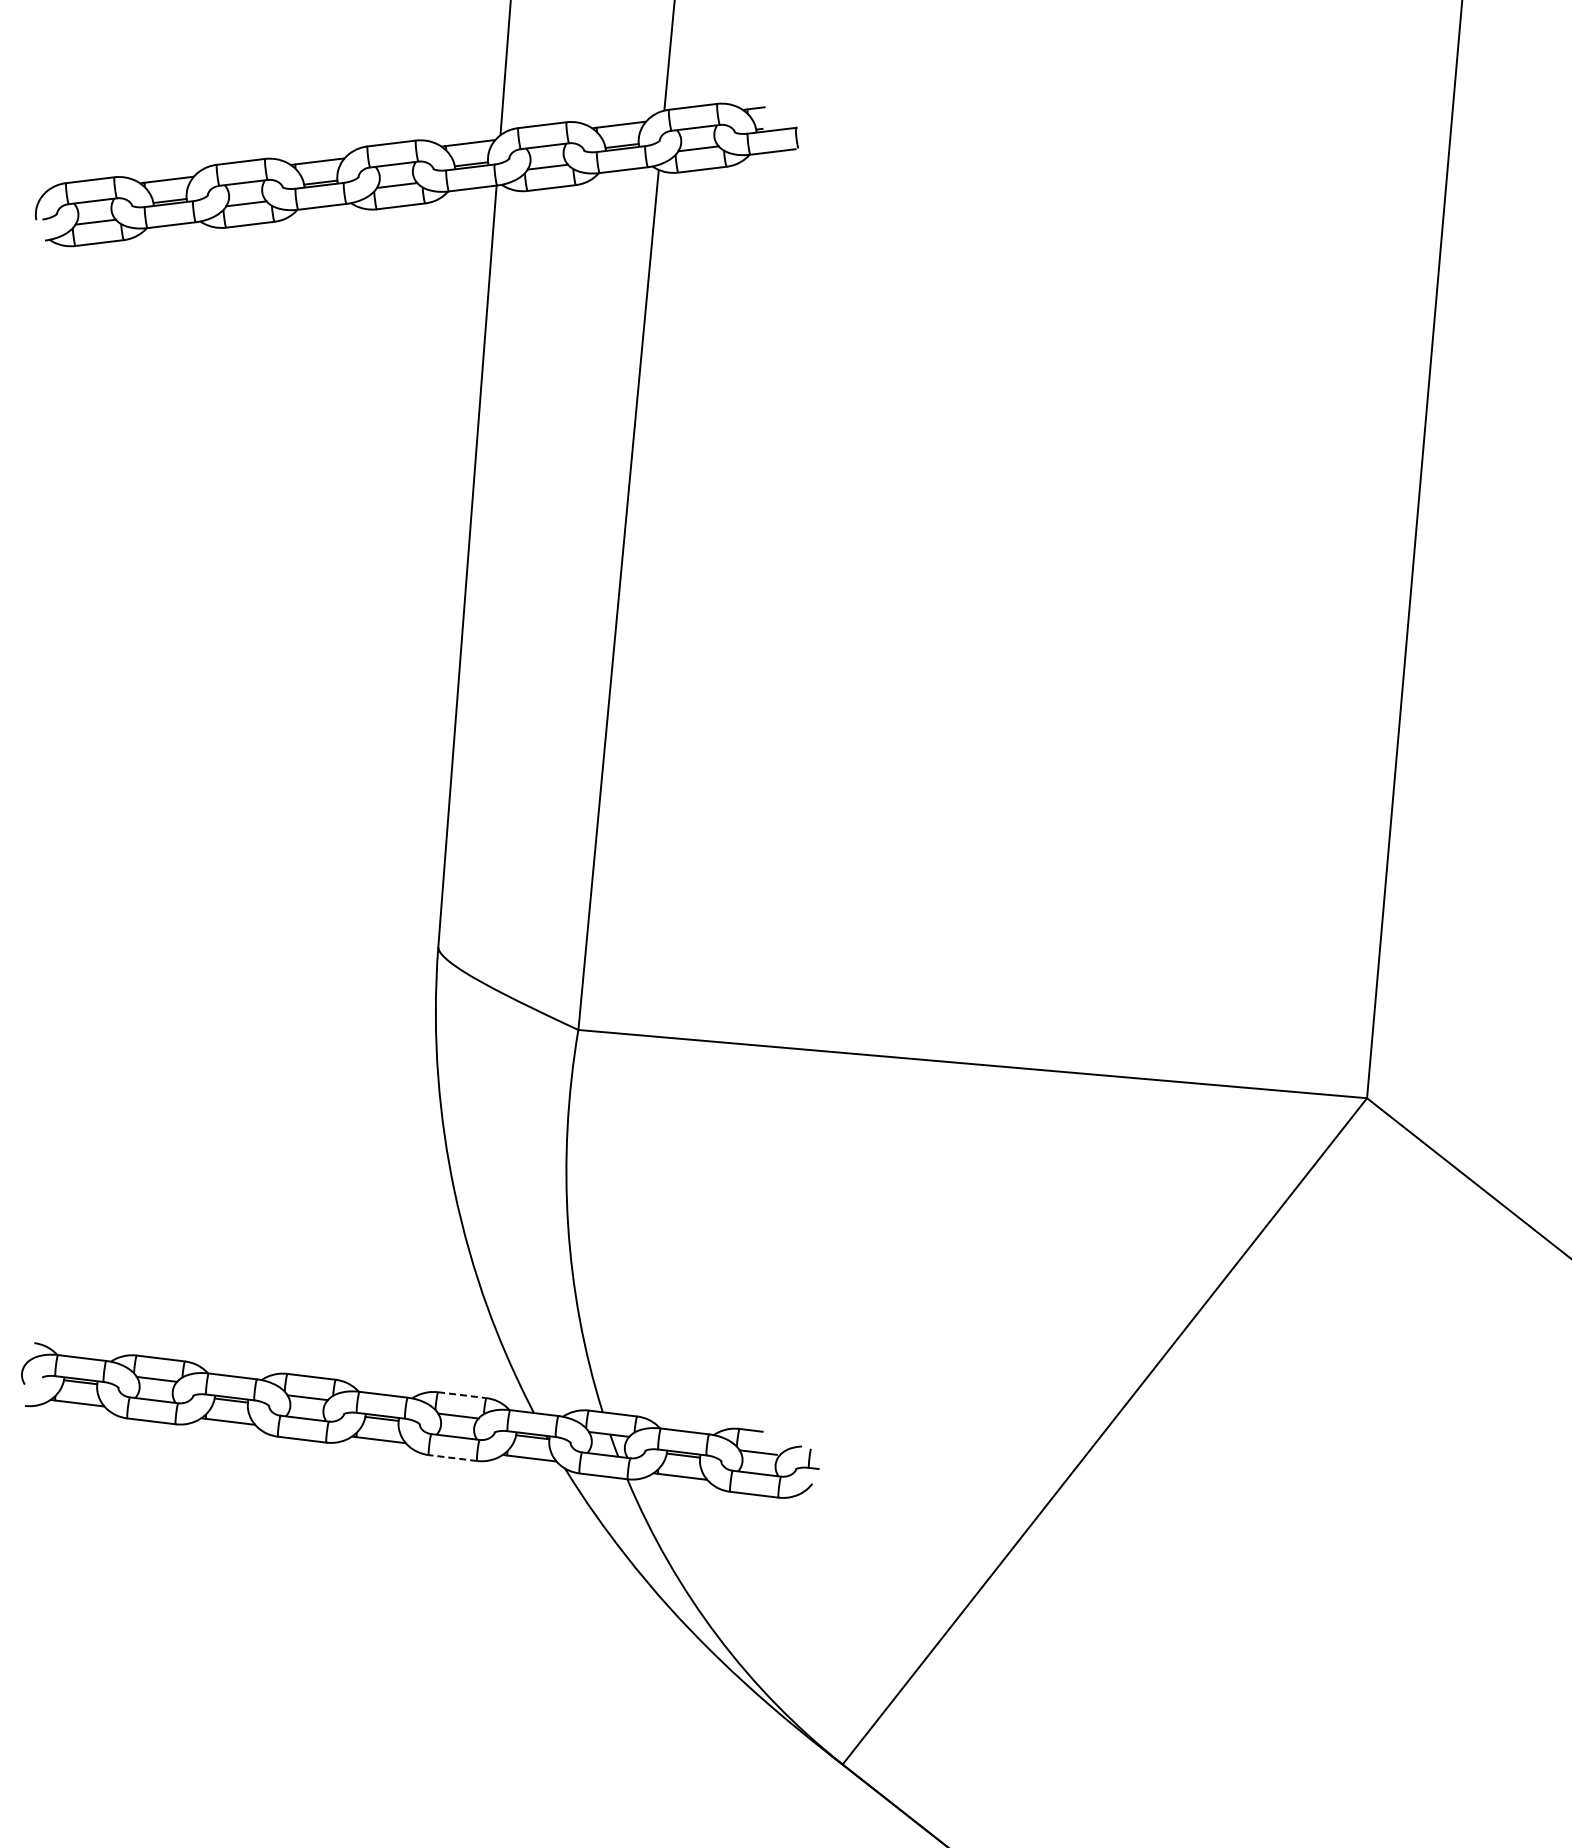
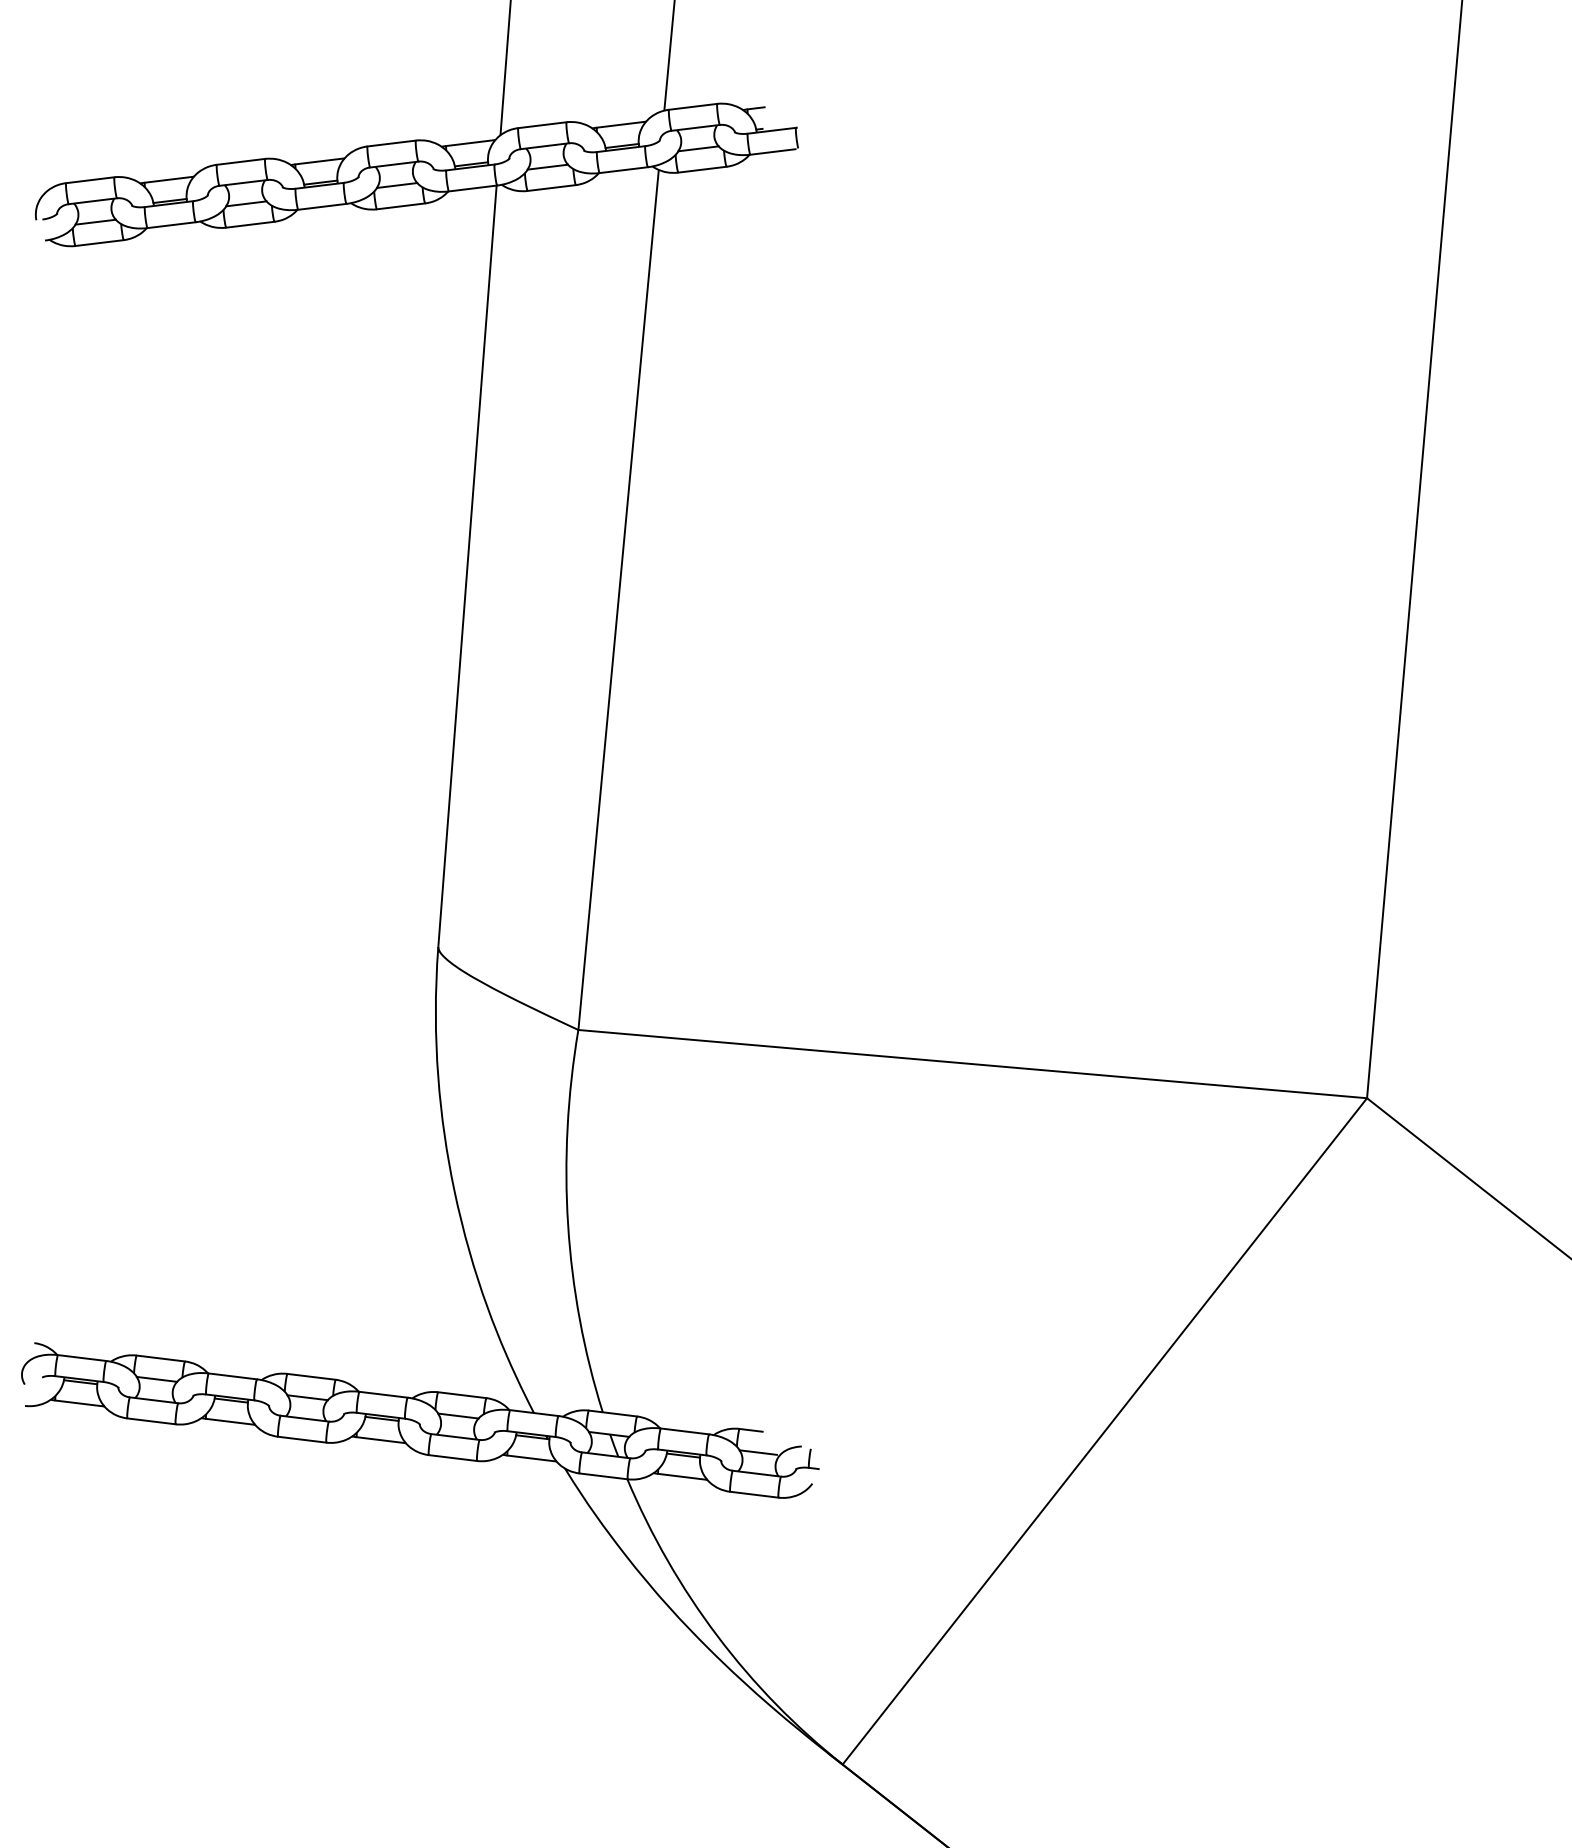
line at (462, 1395): dashed -> solid
line at (452, 1457): dashed -> solid
